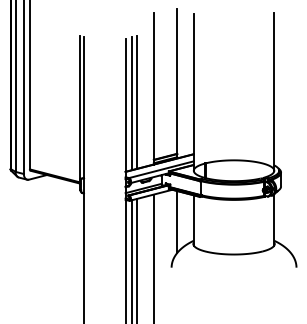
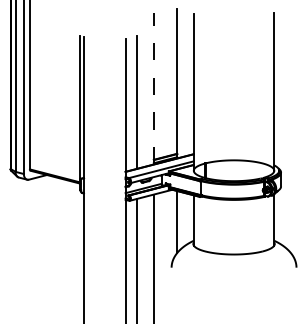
line at (153, 88): solid -> dashed
line at (132, 103): present -> none
line at (132, 260): present -> none
